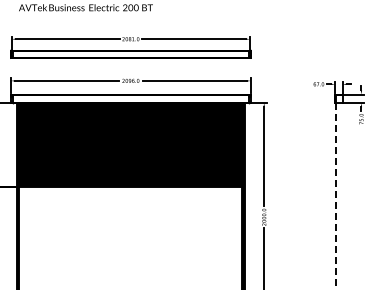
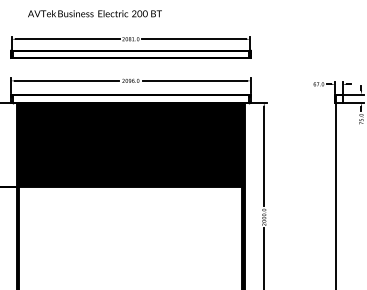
text at (85, 7) position: (85, 7) -> (94, 13)
line at (336, 196): dashed -> solid
